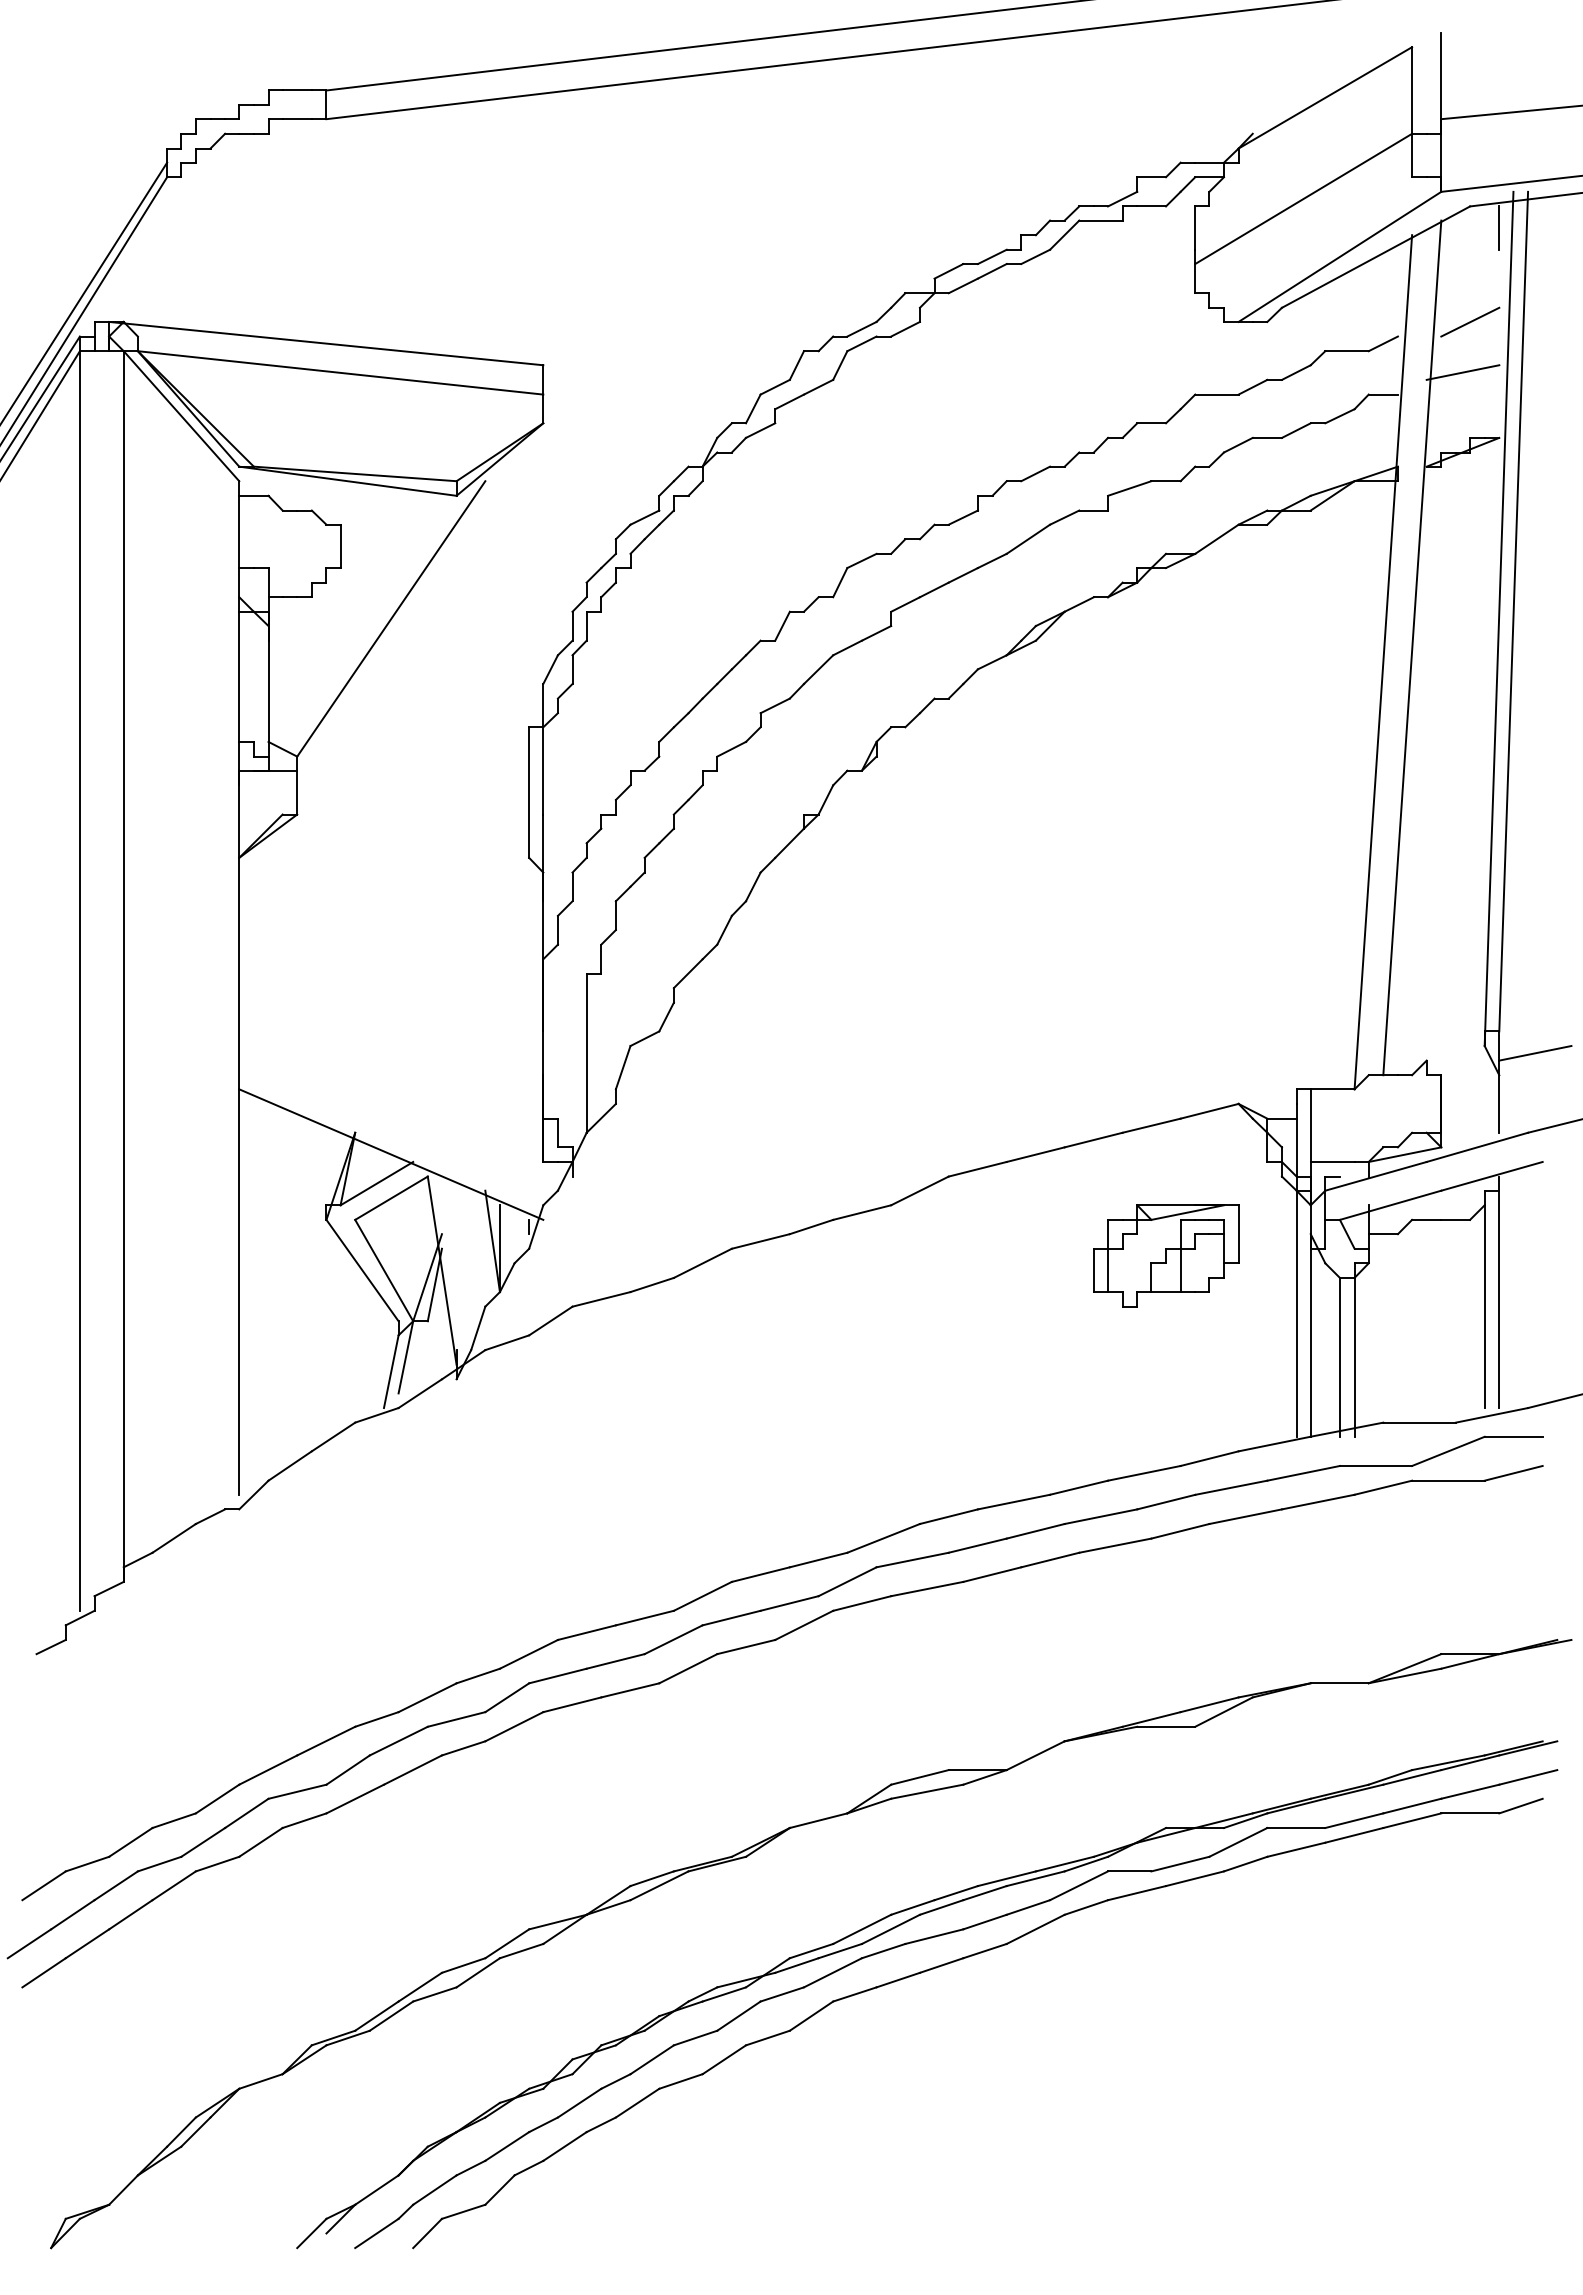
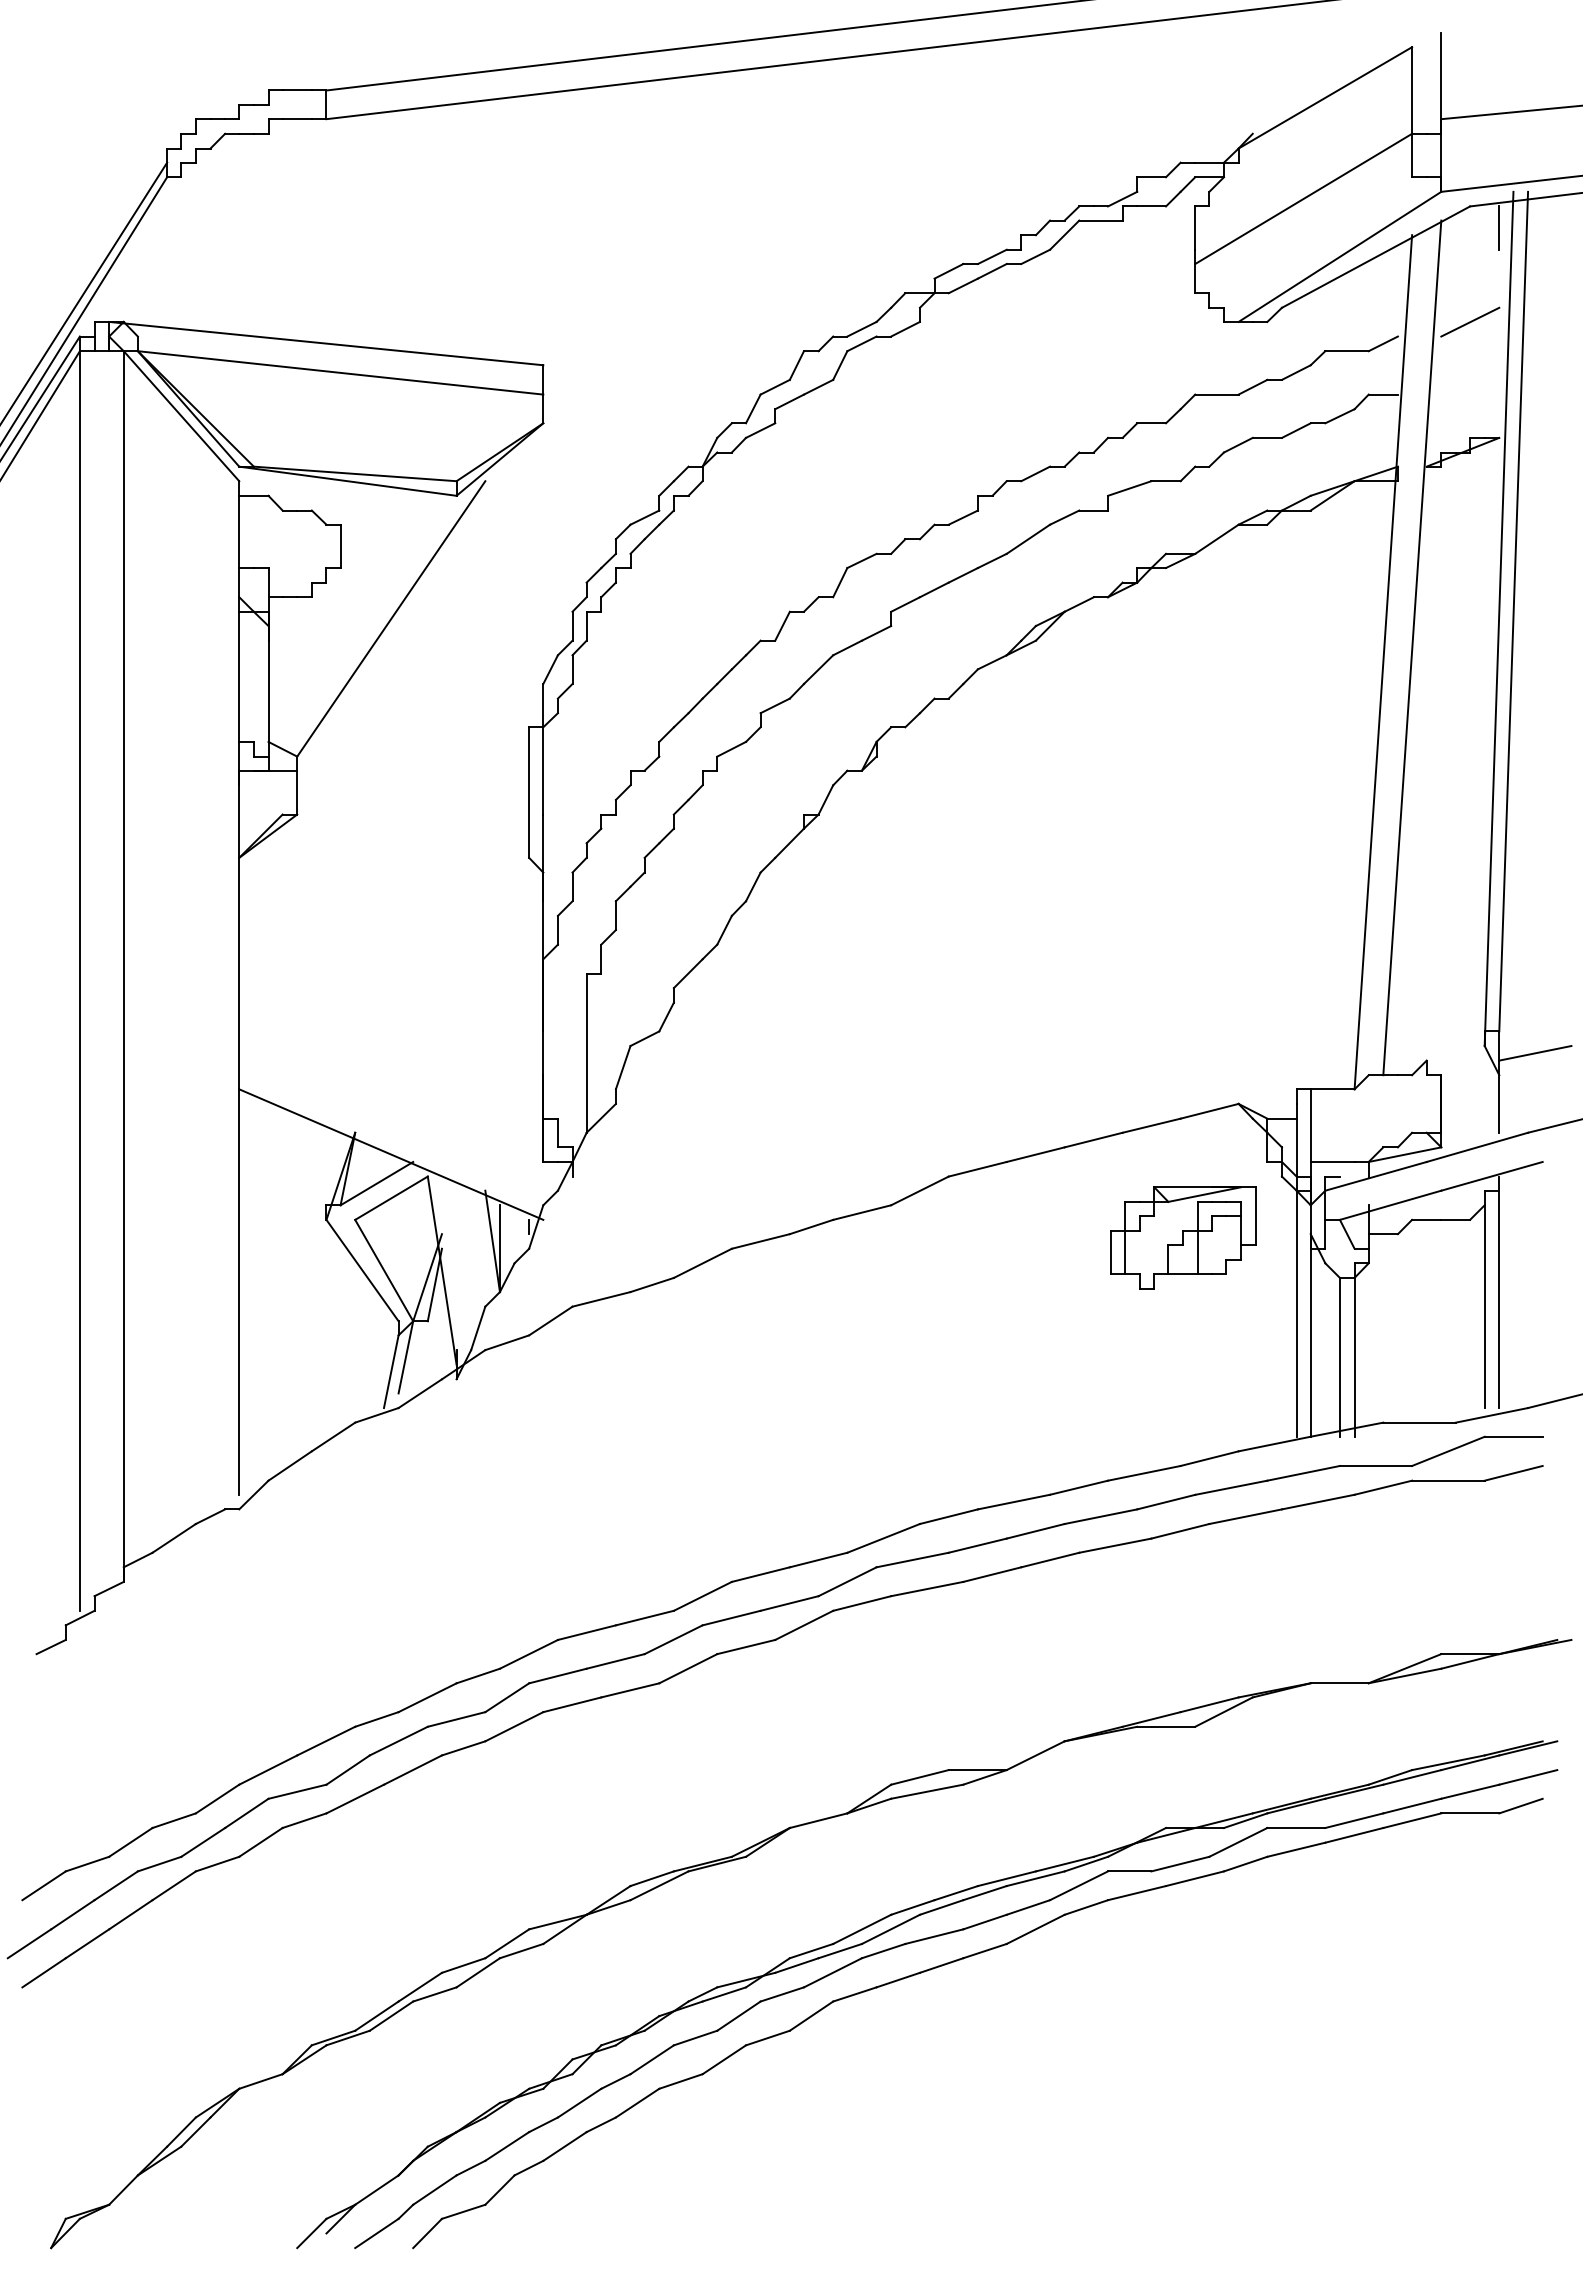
line at (1462, 372): present -> none
part at (1166, 1255) position: (1166, 1255) -> (1183, 1237)
